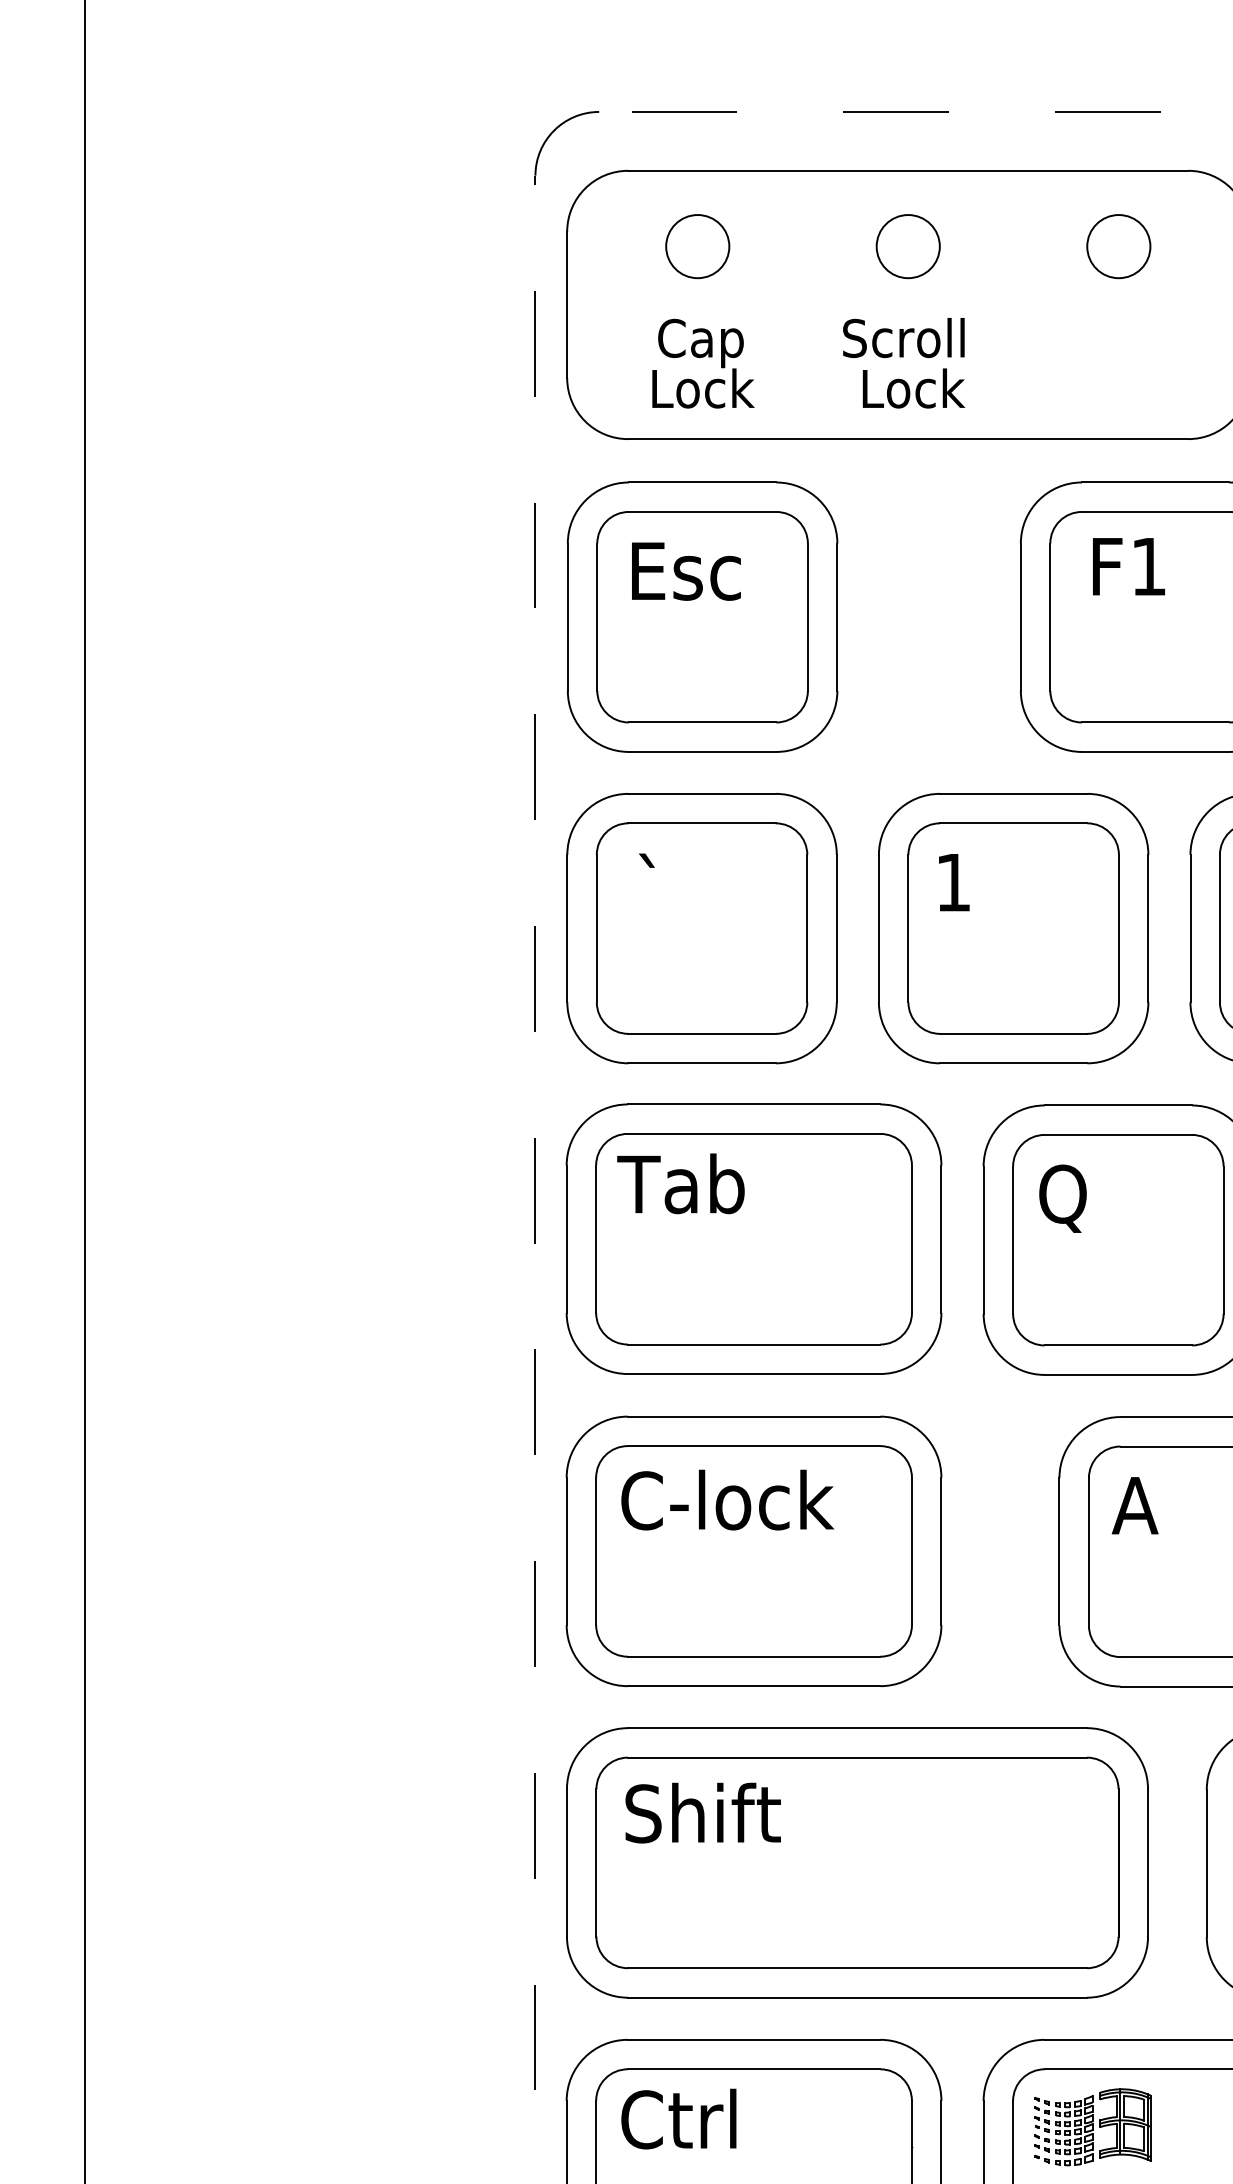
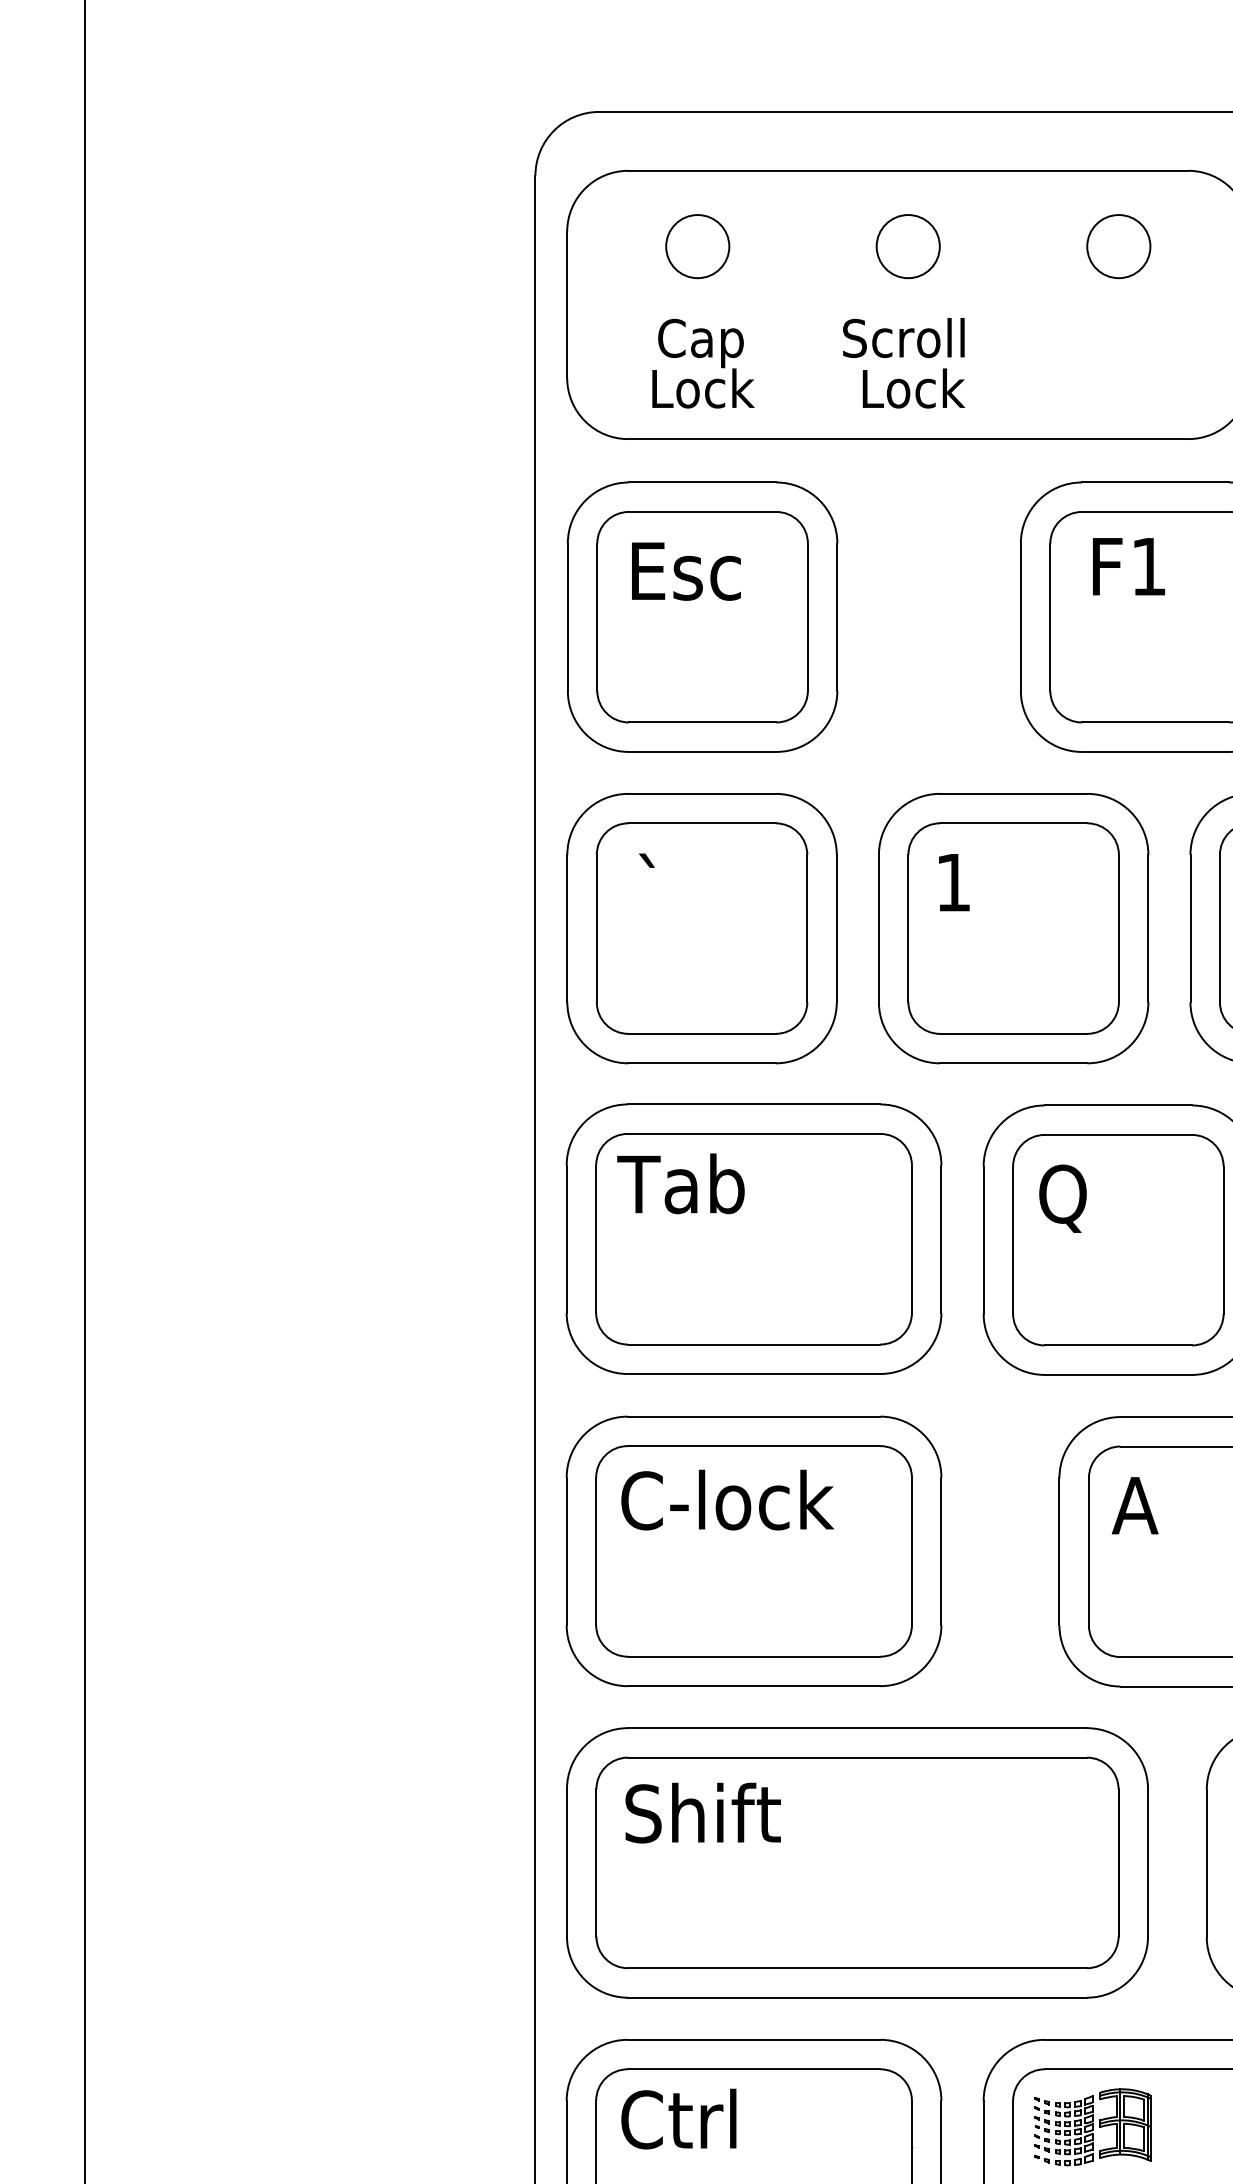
line at (915, 111): dashed -> solid
line at (535, 1179): dashed -> solid
